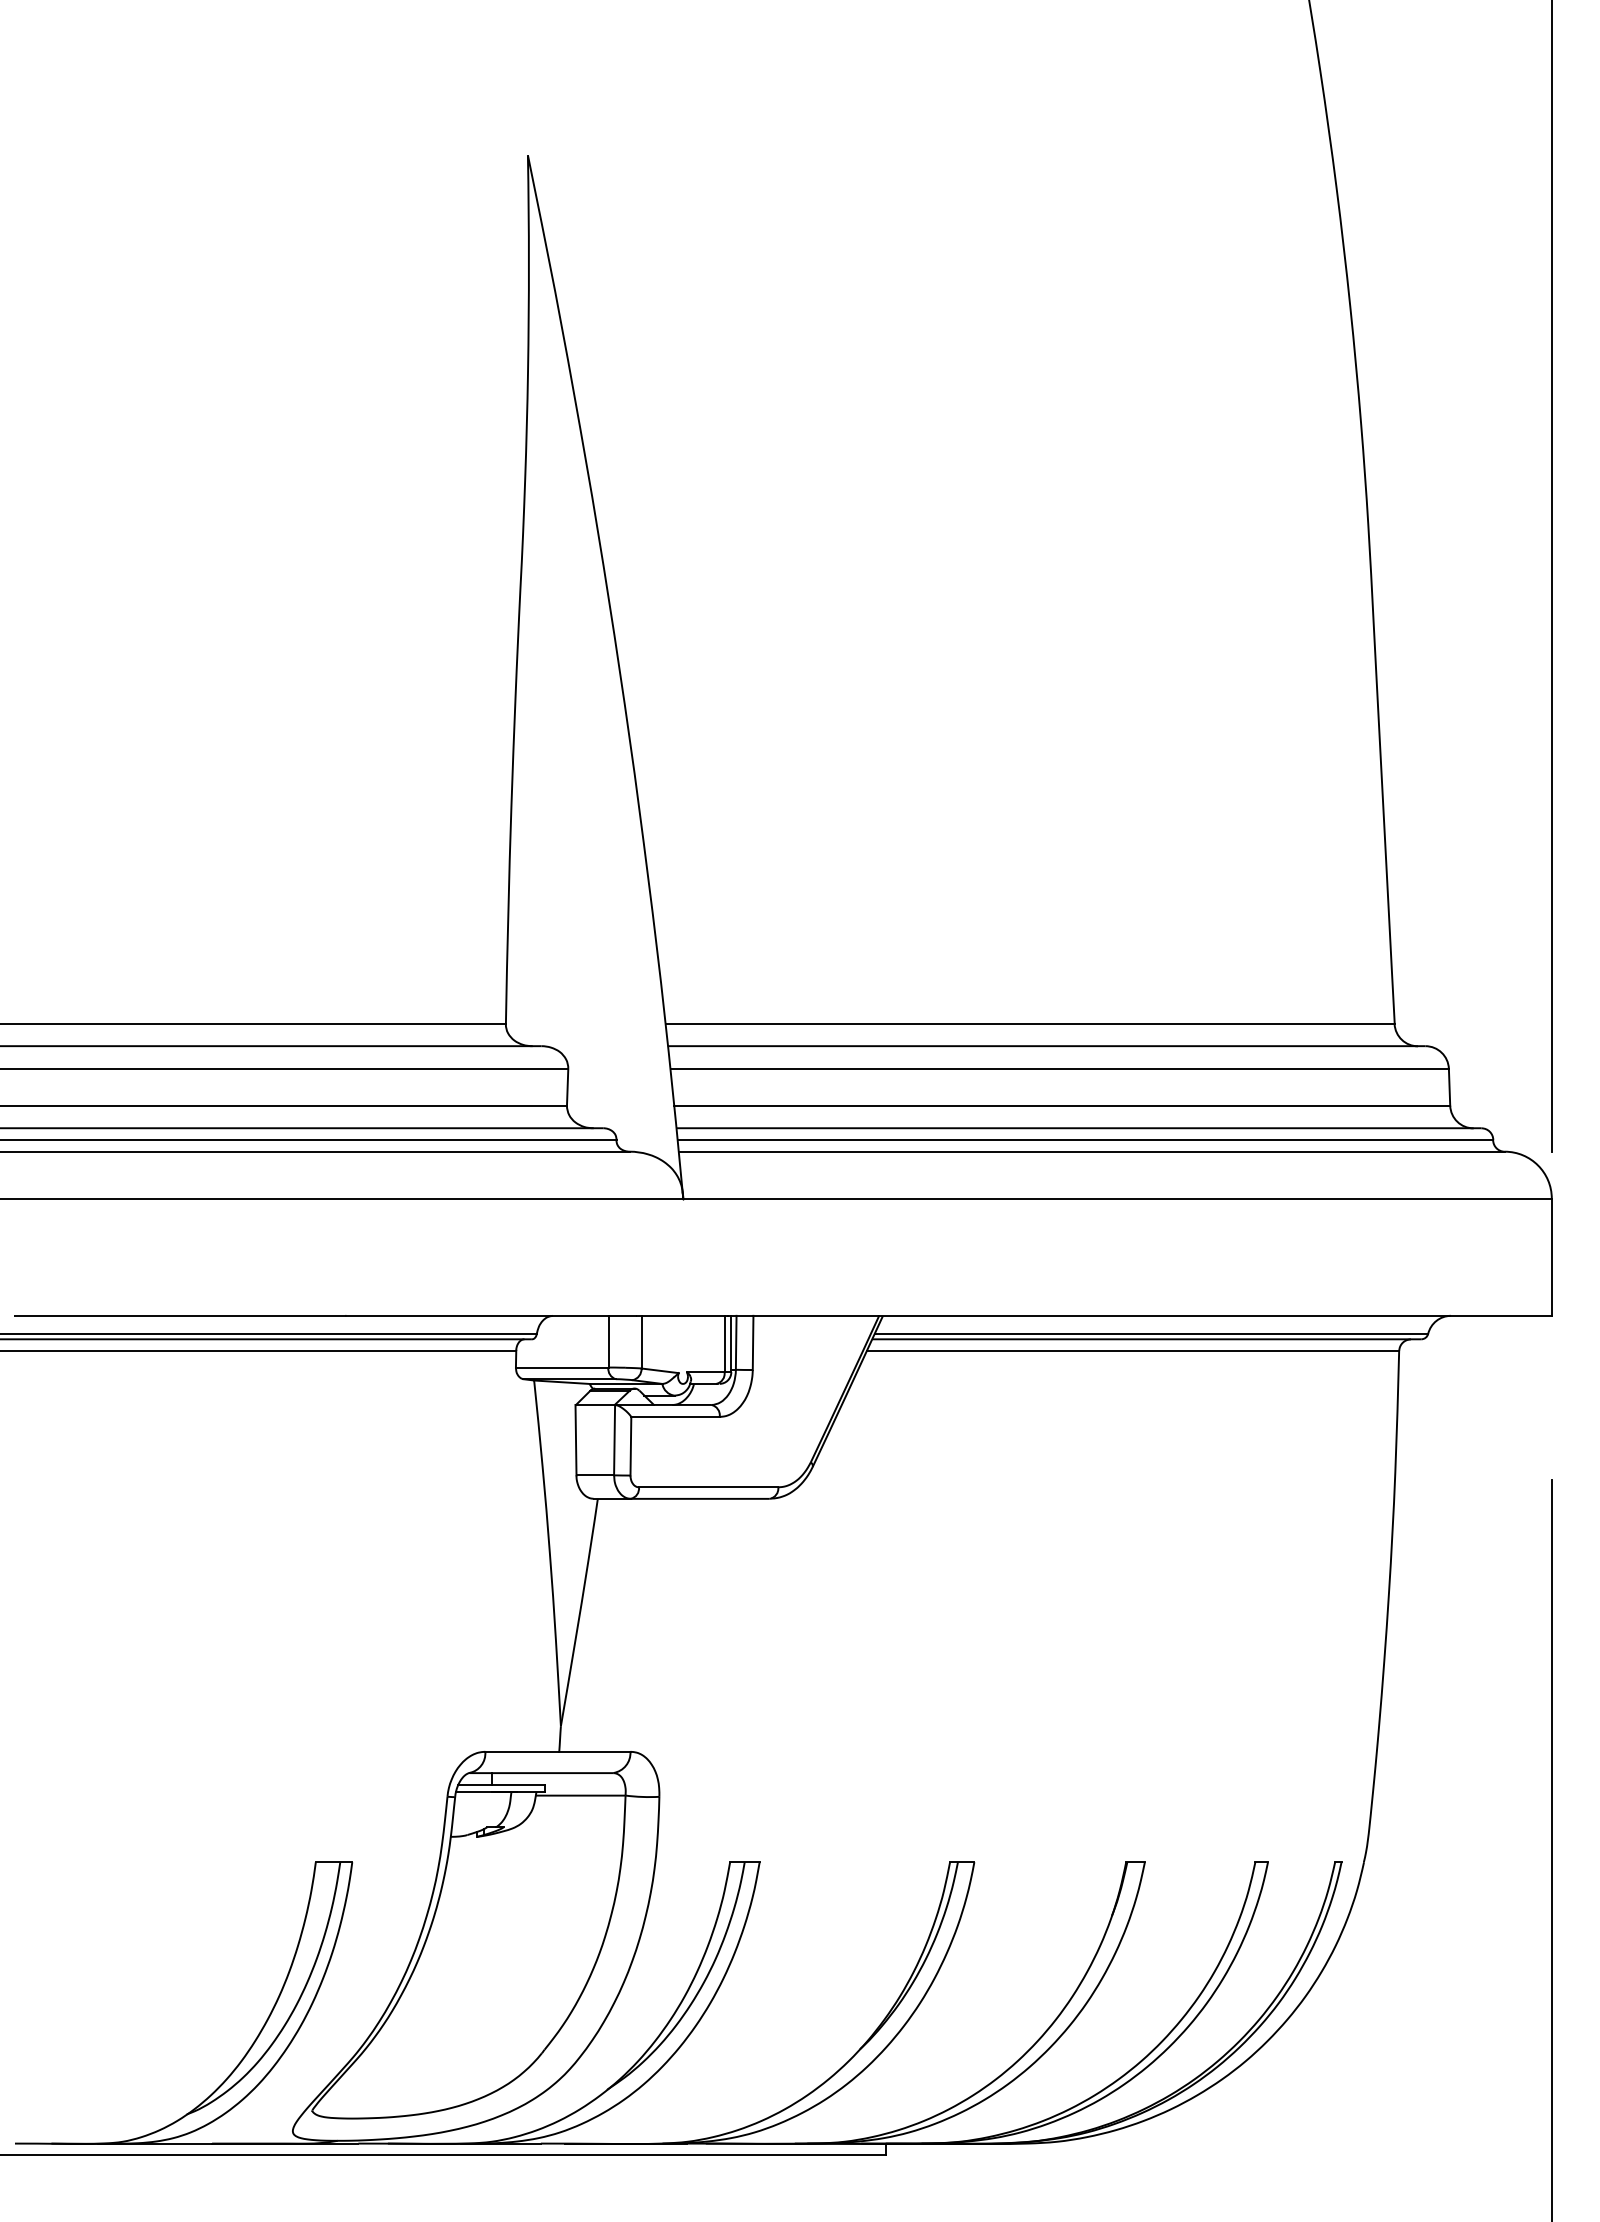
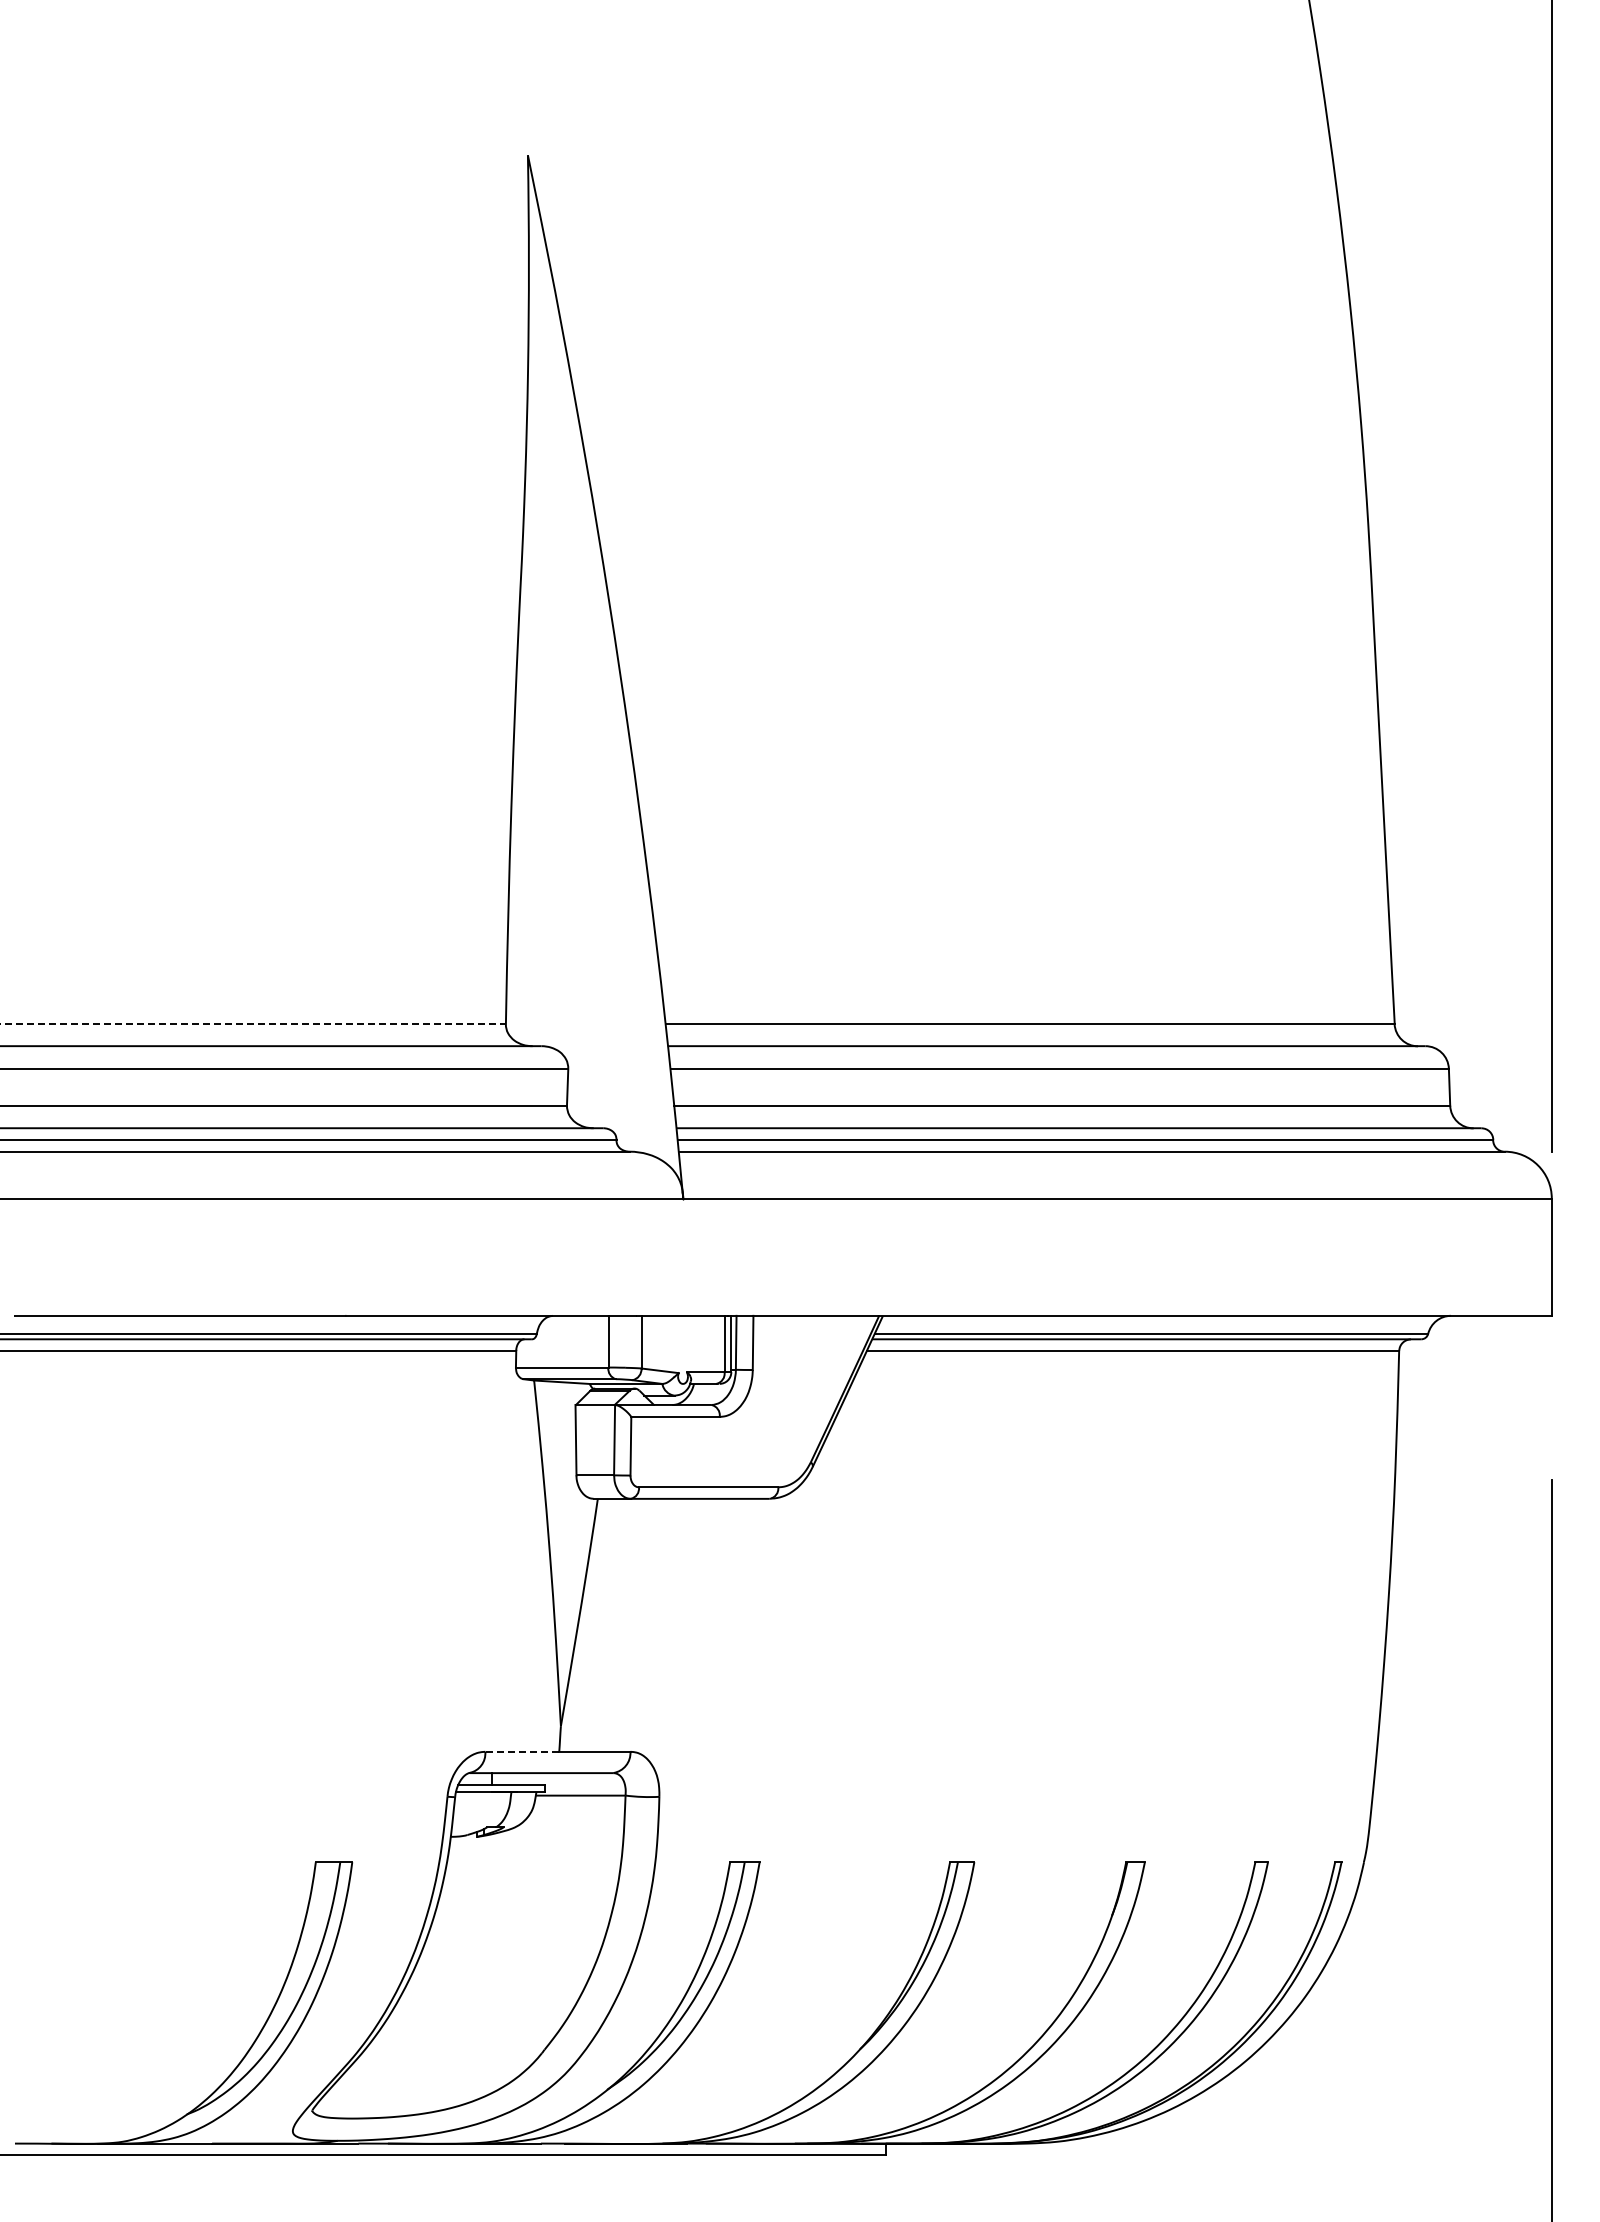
line at (253, 1024): solid -> dashed
line at (522, 1751): solid -> dashed
